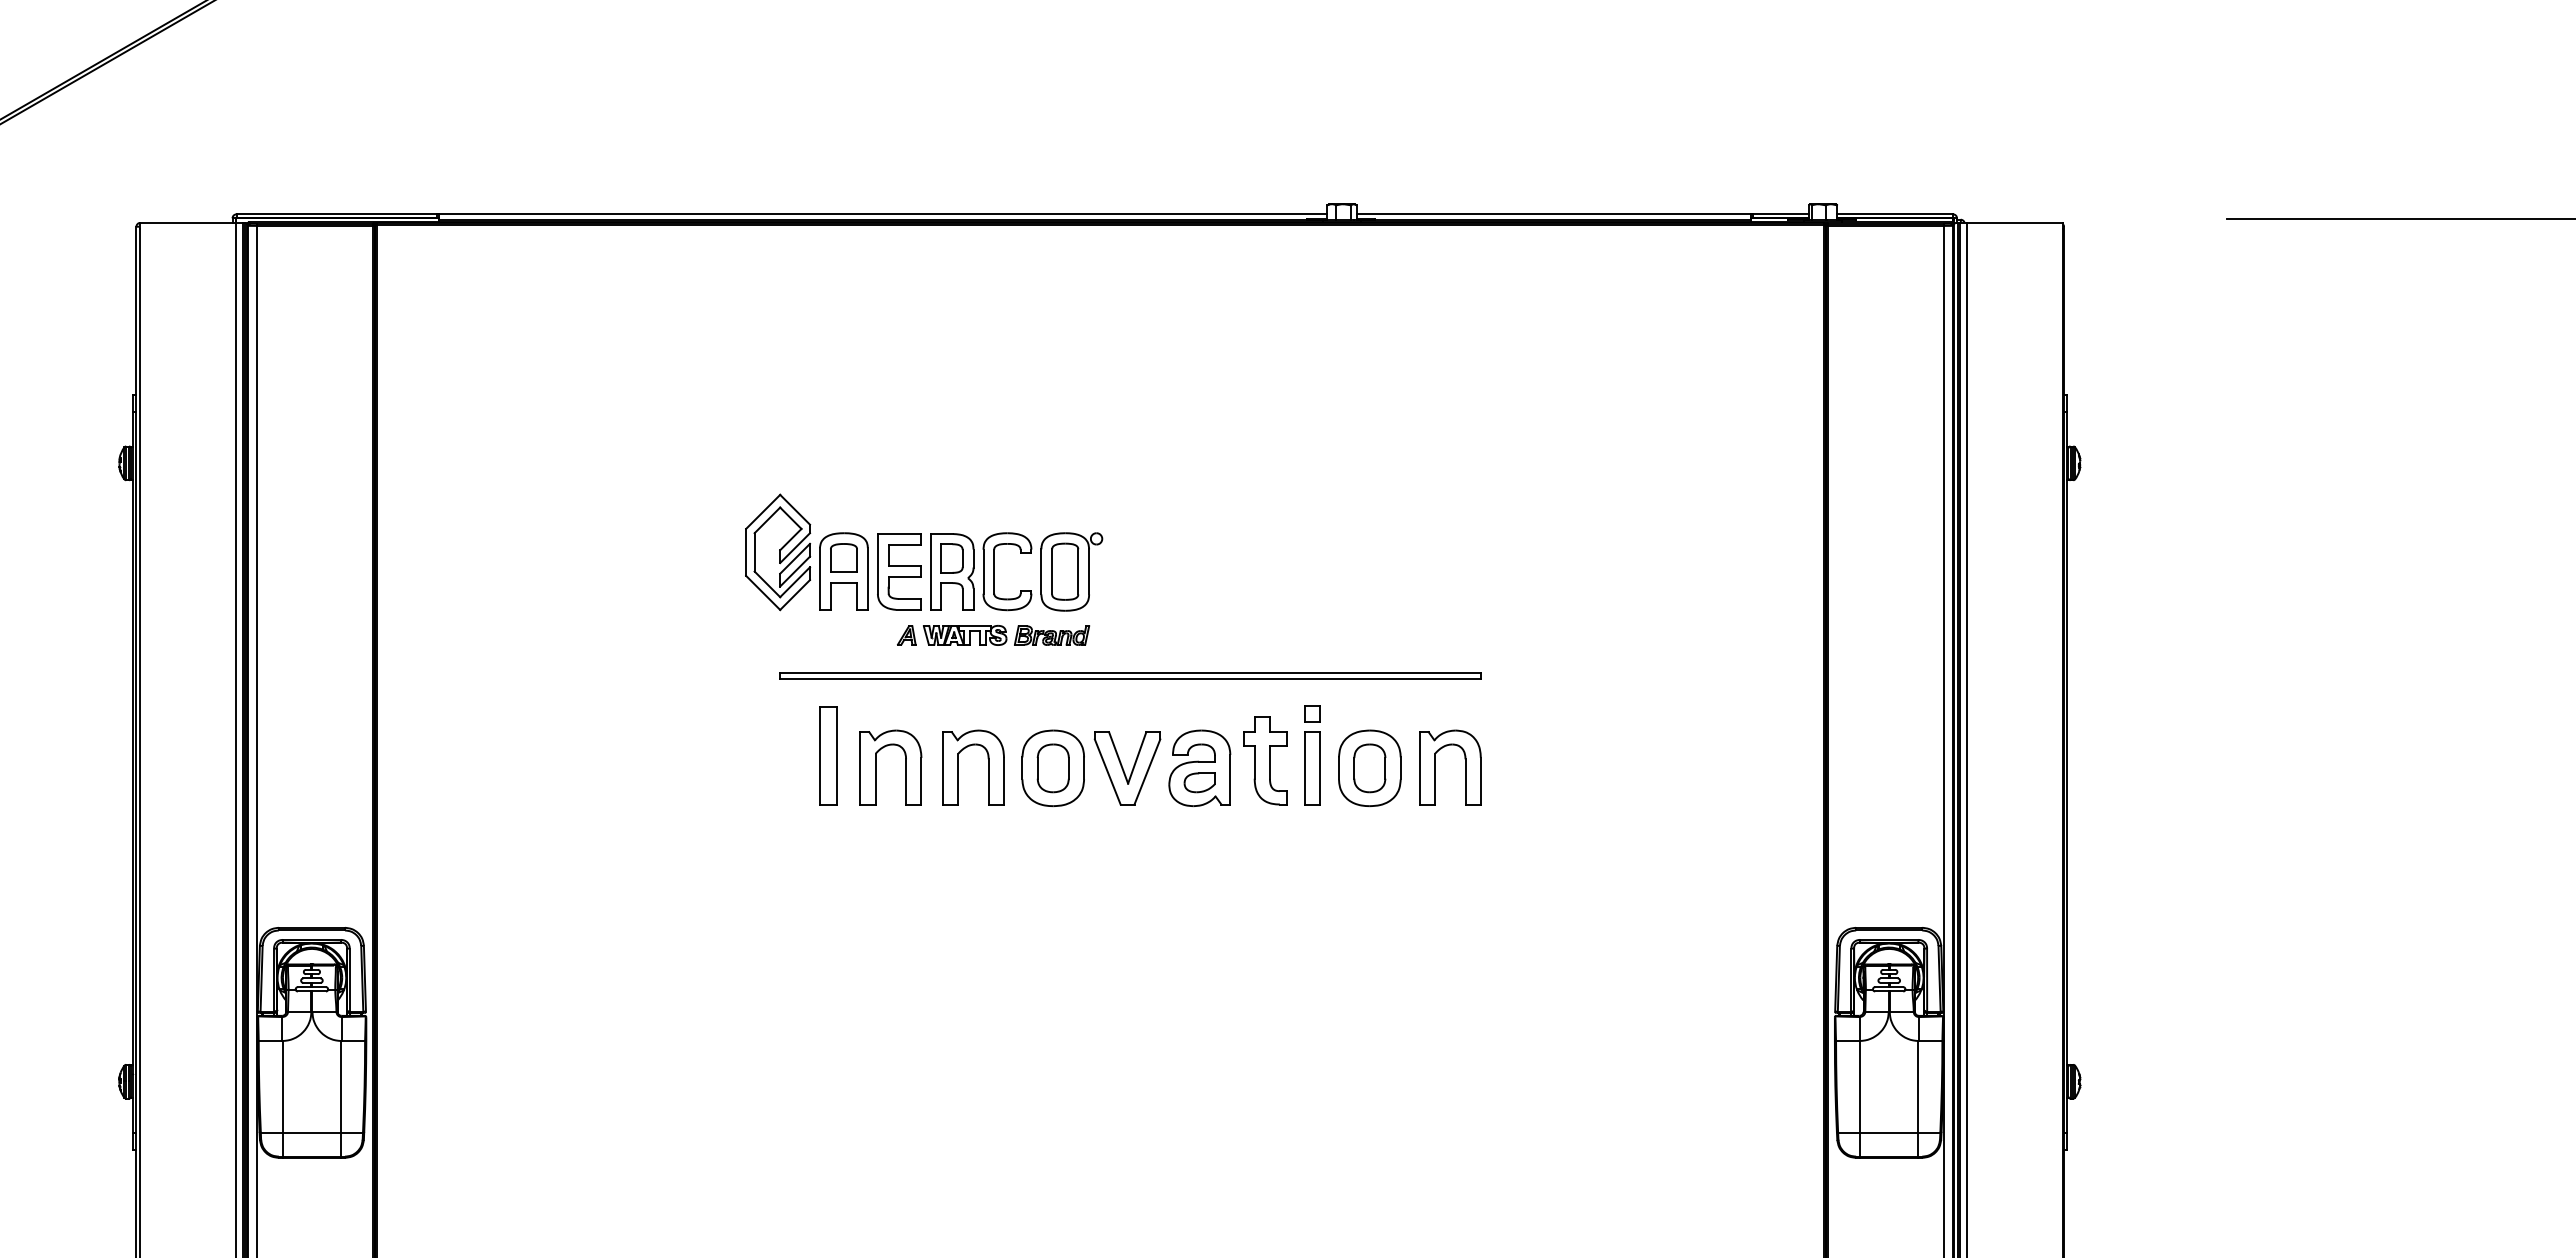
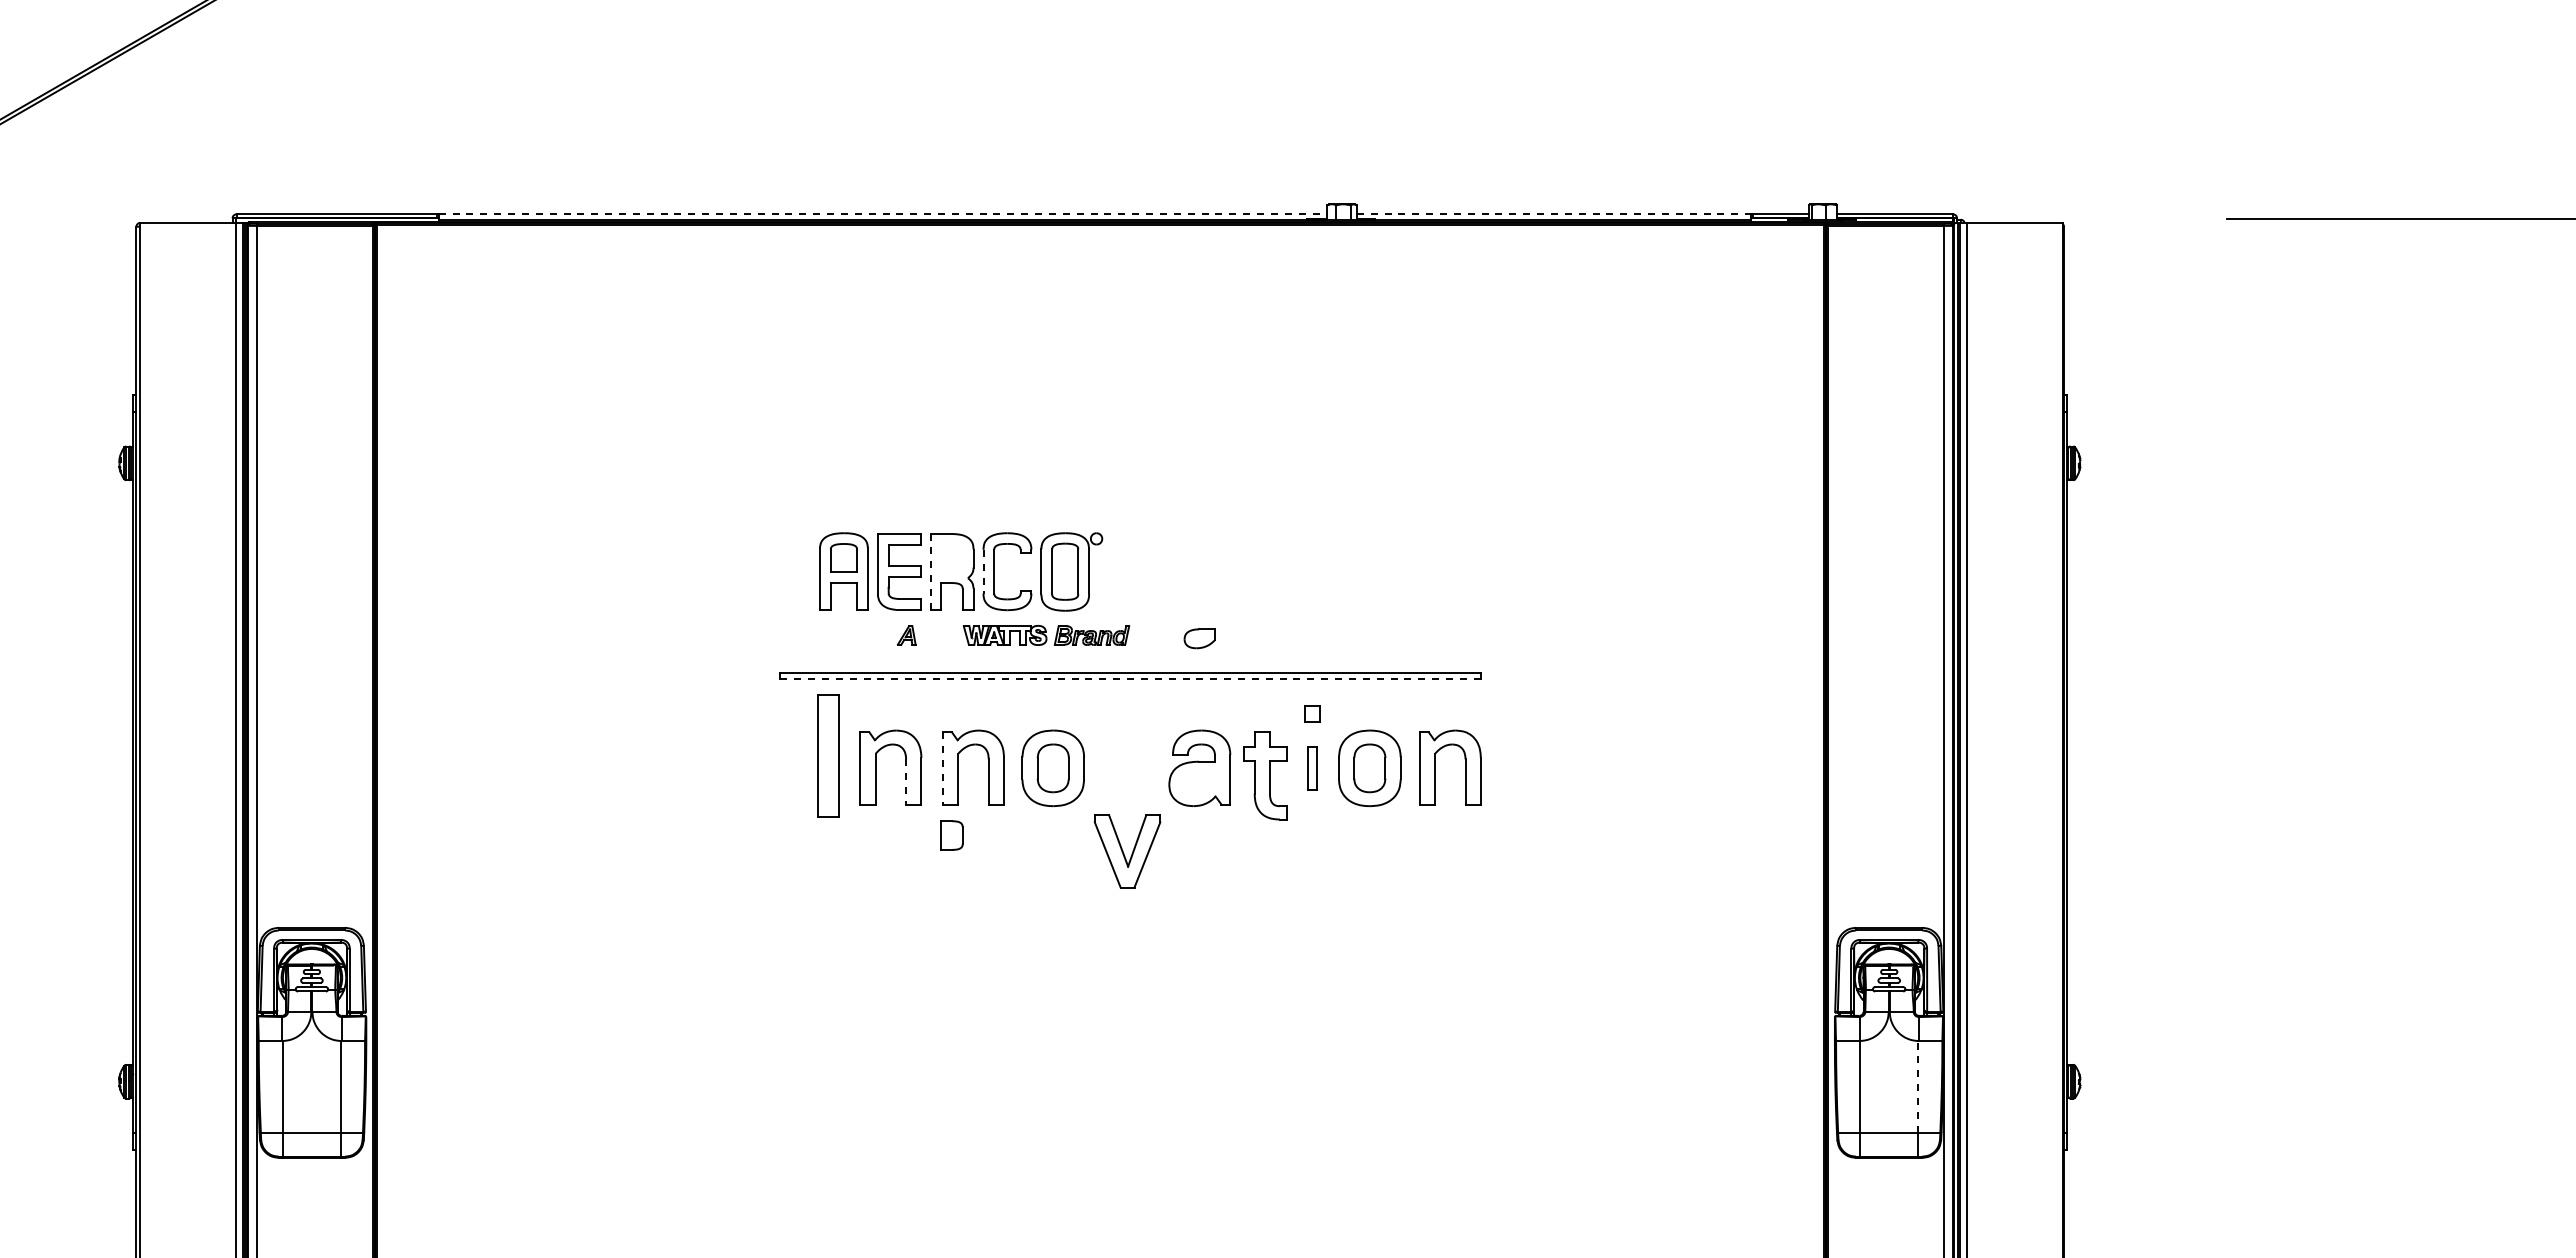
line at (883, 214): solid -> dashed
line at (1554, 214): solid -> dashed
part at (778, 552): present -> none
part at (951, 558) position: (951, 558) -> (951, 835)
line at (930, 571): solid -> dashed
line at (983, 571): solid -> dashed
part at (1006, 635) position: (1006, 635) -> (1046, 635)
line at (1131, 679): solid -> dashed
part at (828, 755) size: 19x100 px -> 23x124 px
part at (1265, 760) position: (1265, 760) -> (1265, 775)
line at (942, 768): solid -> dashed
part at (1127, 768) position: (1127, 768) -> (1127, 851)
part at (1312, 768) size: 17x75 px -> 11x45 px
line at (906, 781): solid -> dashed
part at (1199, 782) position: (1199, 782) -> (1199, 638)
line at (1918, 1086): solid -> dashed
